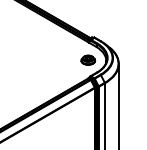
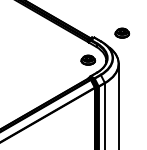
part at (122, 32): none -> present
